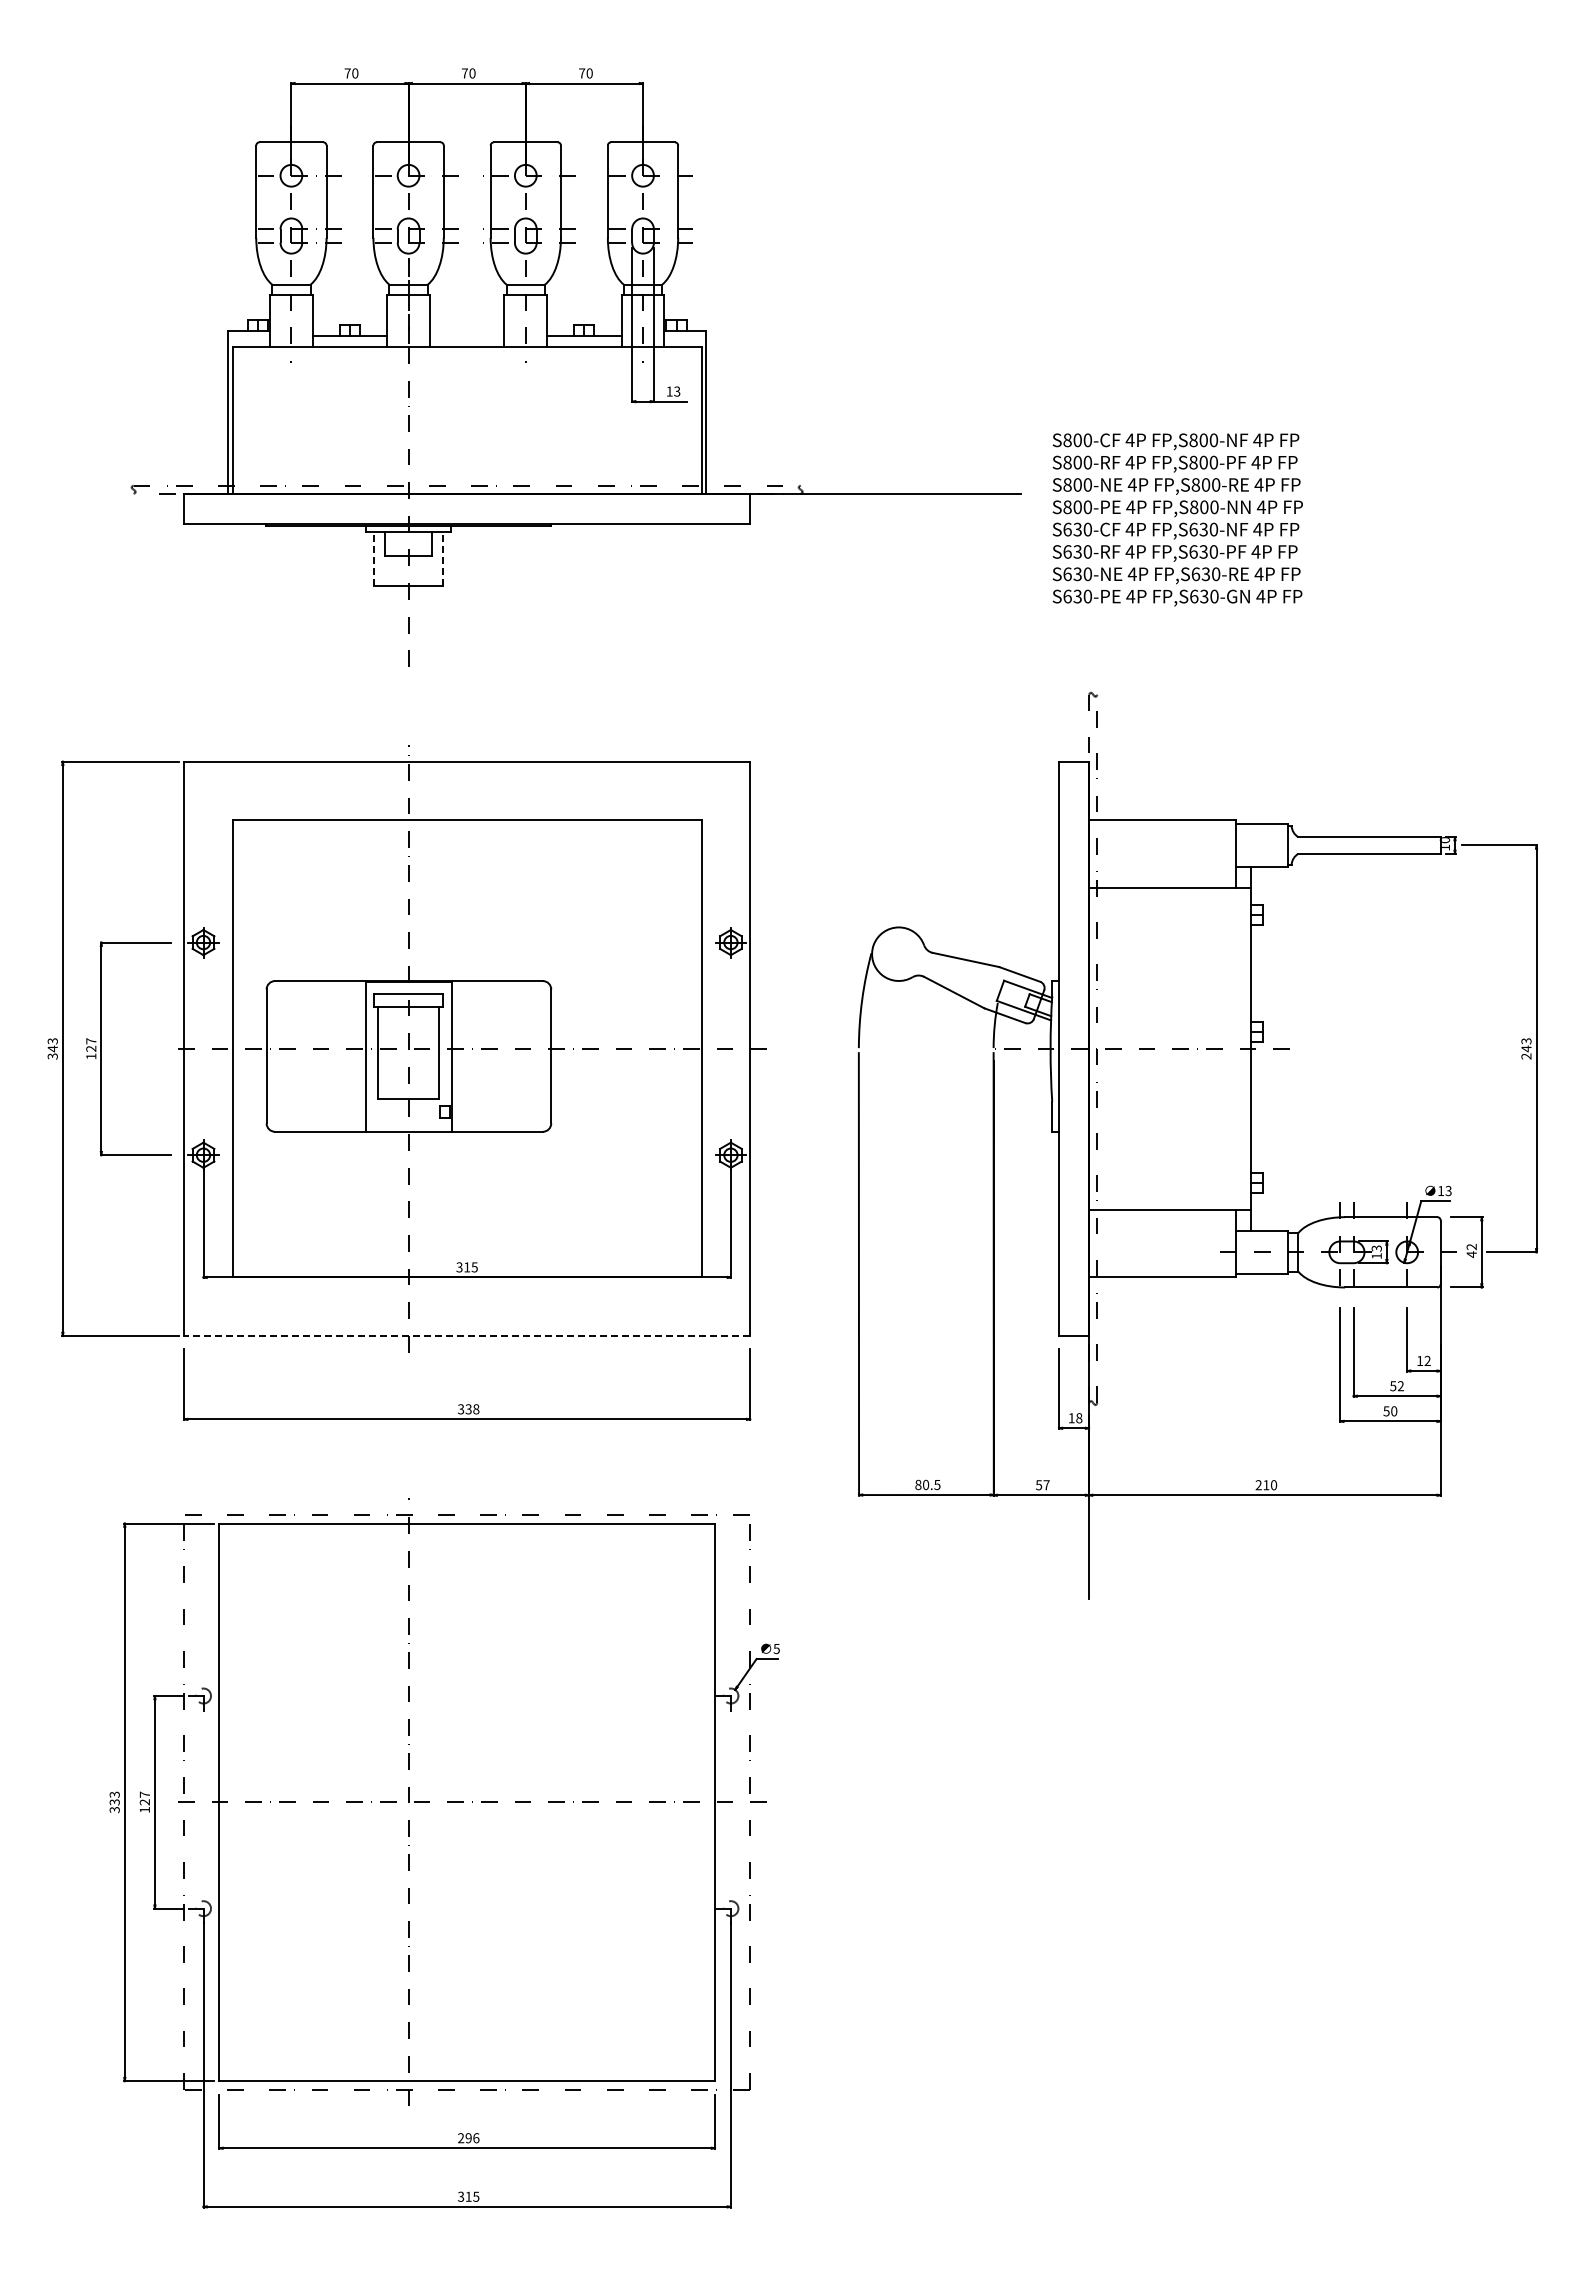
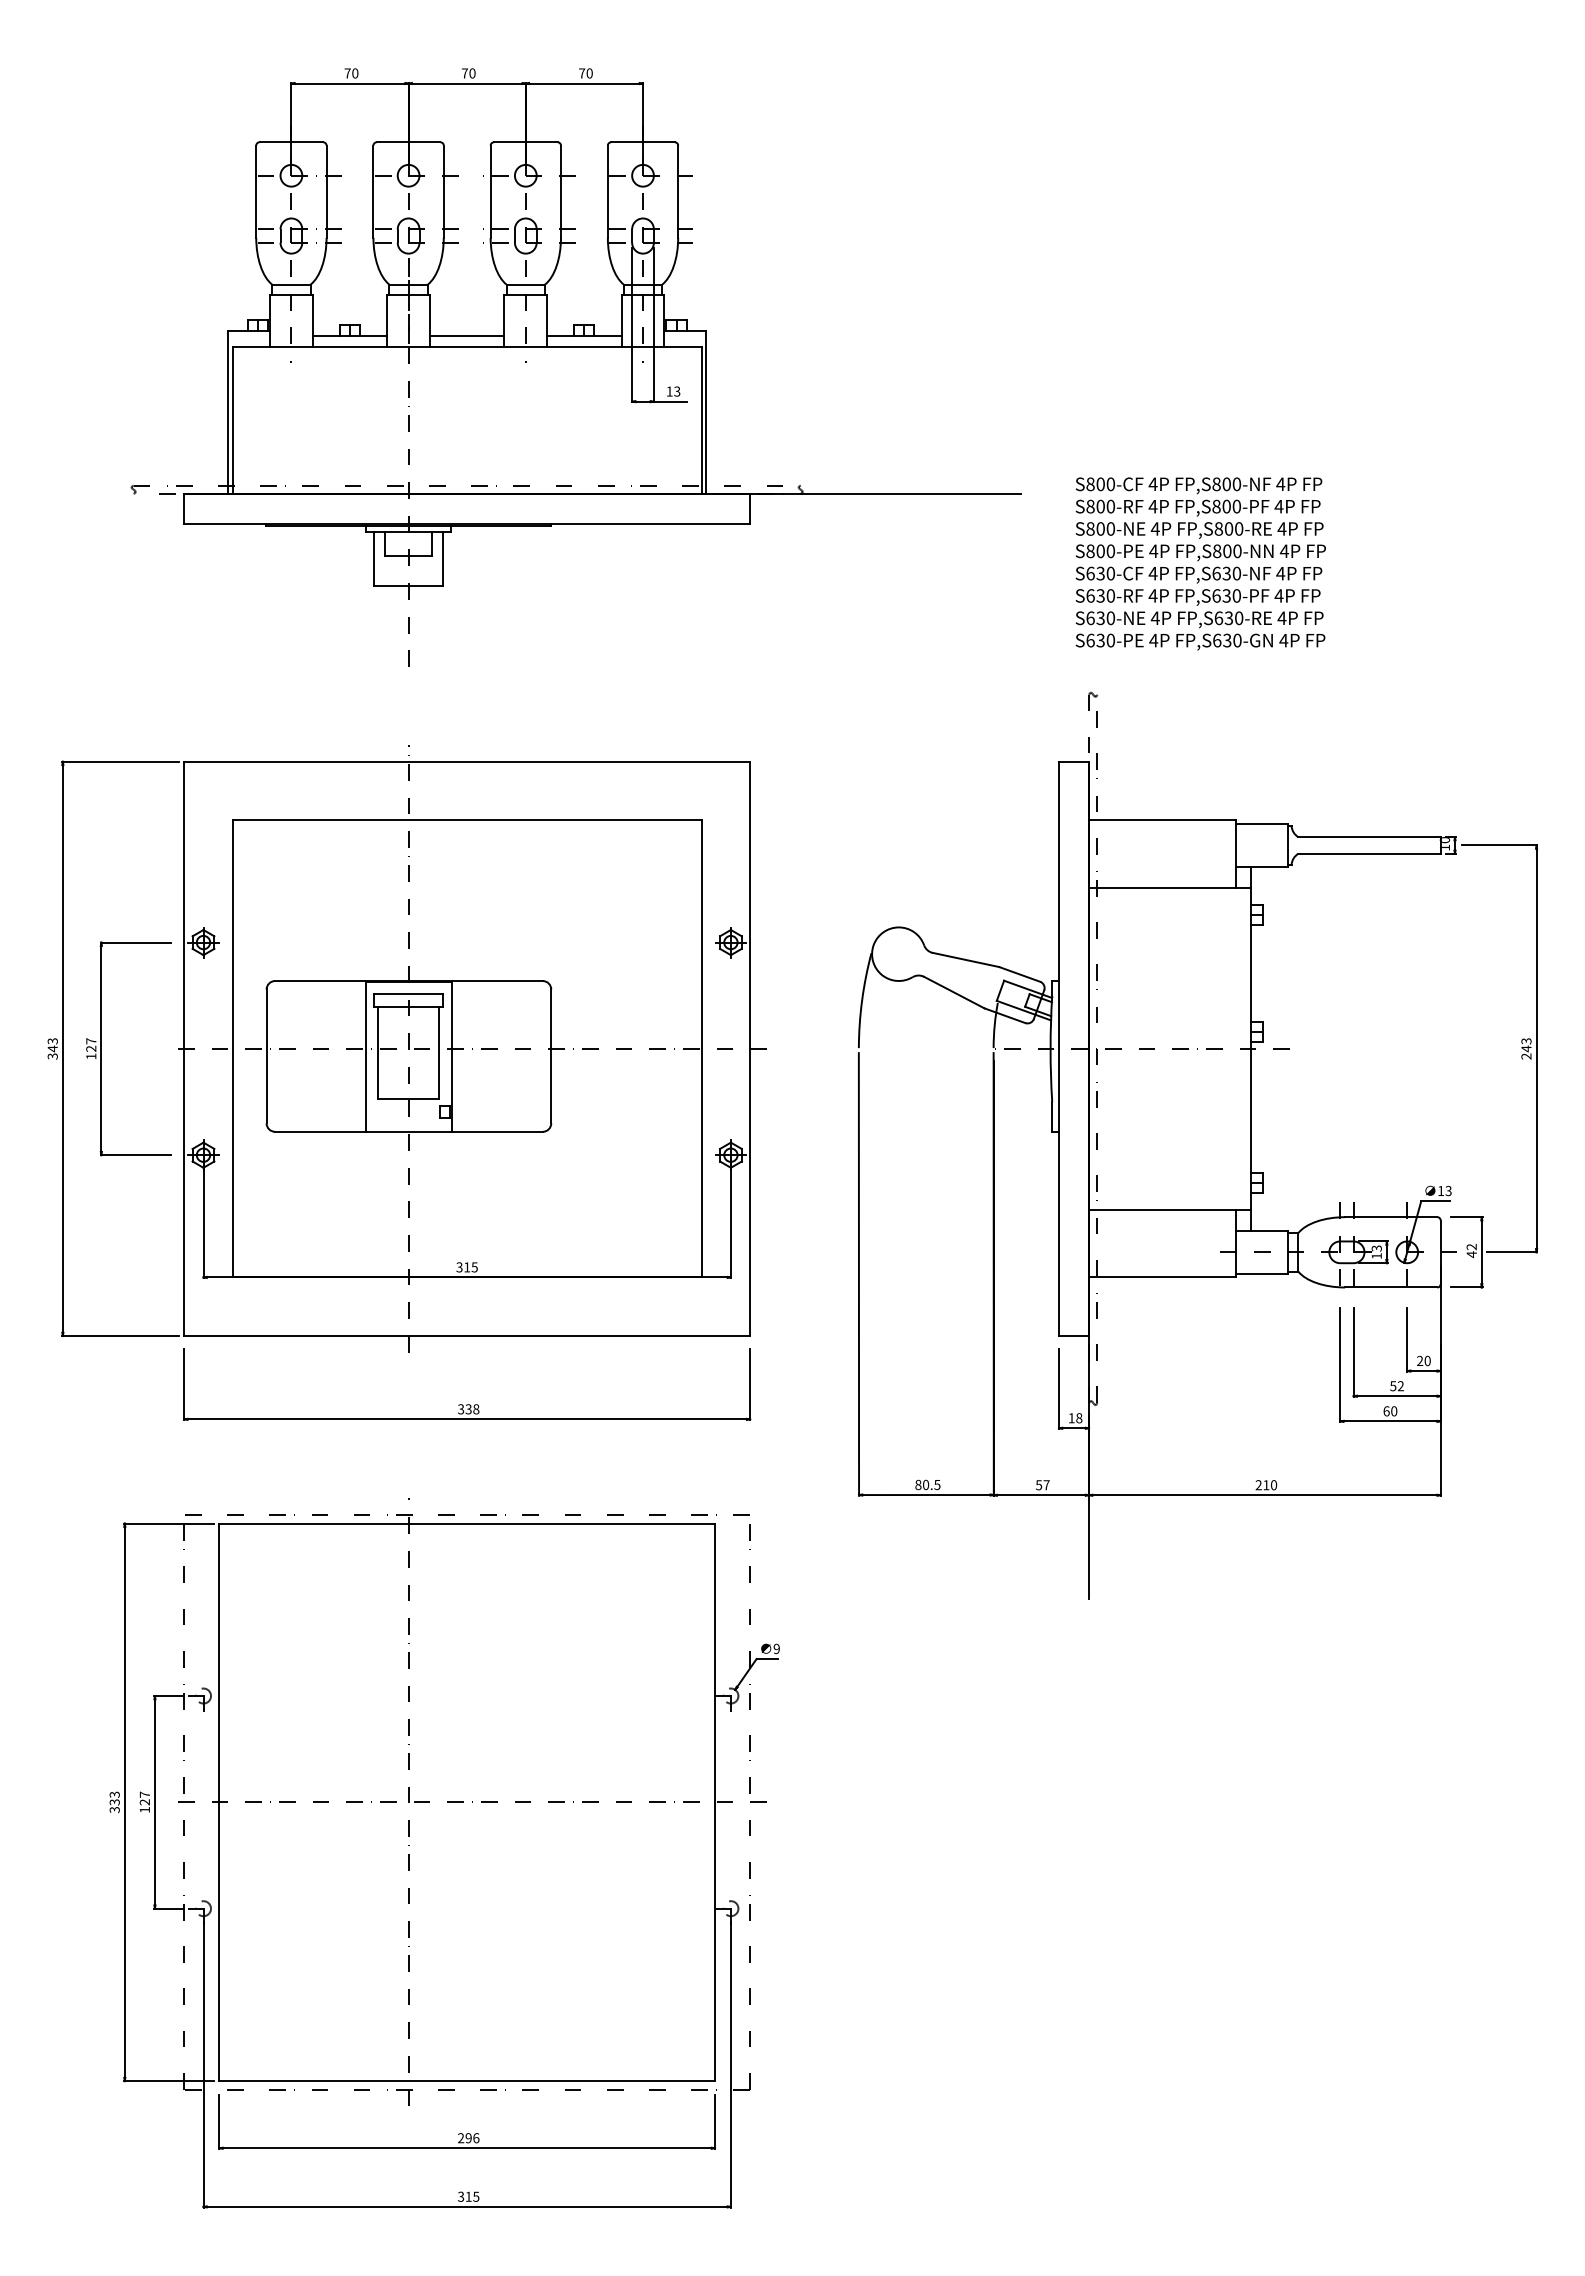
line at (467, 335): none -> present
text at (1177, 519) position: (1177, 519) -> (1200, 563)
line at (373, 559): dashed -> solid
line at (443, 559): dashed -> solid
line at (467, 1336): dashed -> solid
text at (1423, 1360): 12 -> 20
text at (1386, 1411): 50 -> 60
text at (776, 1648): 5 -> 9
